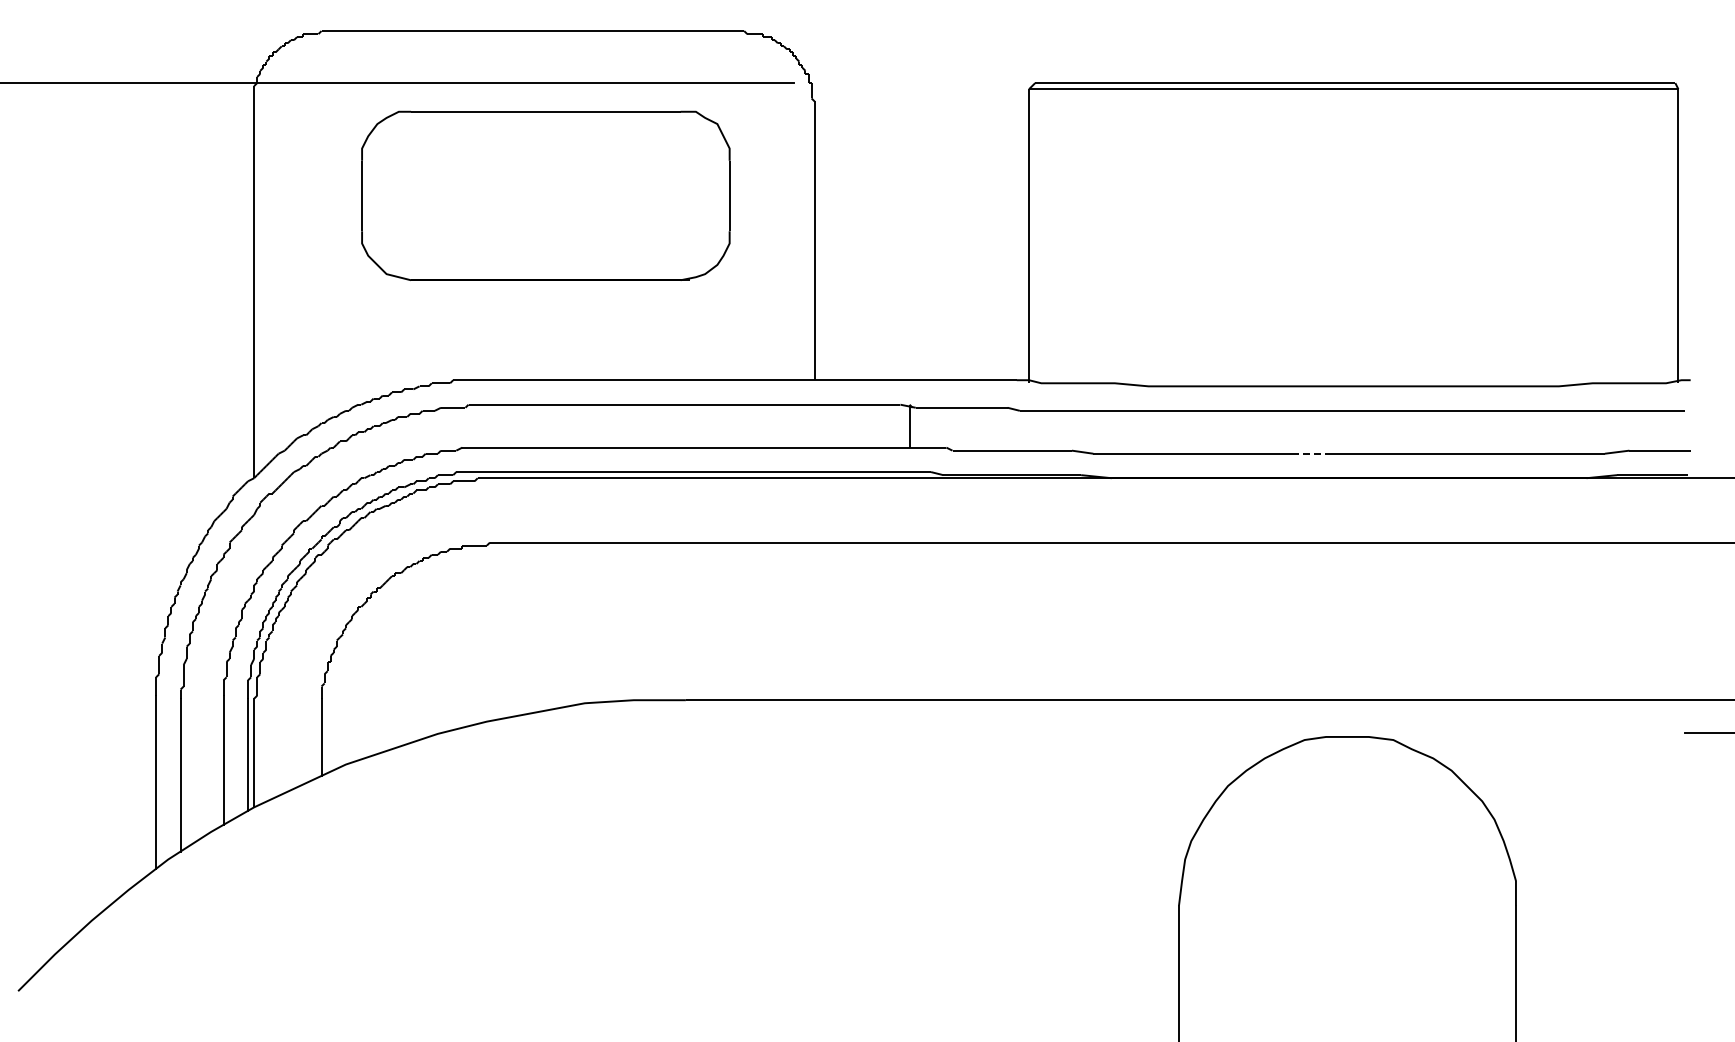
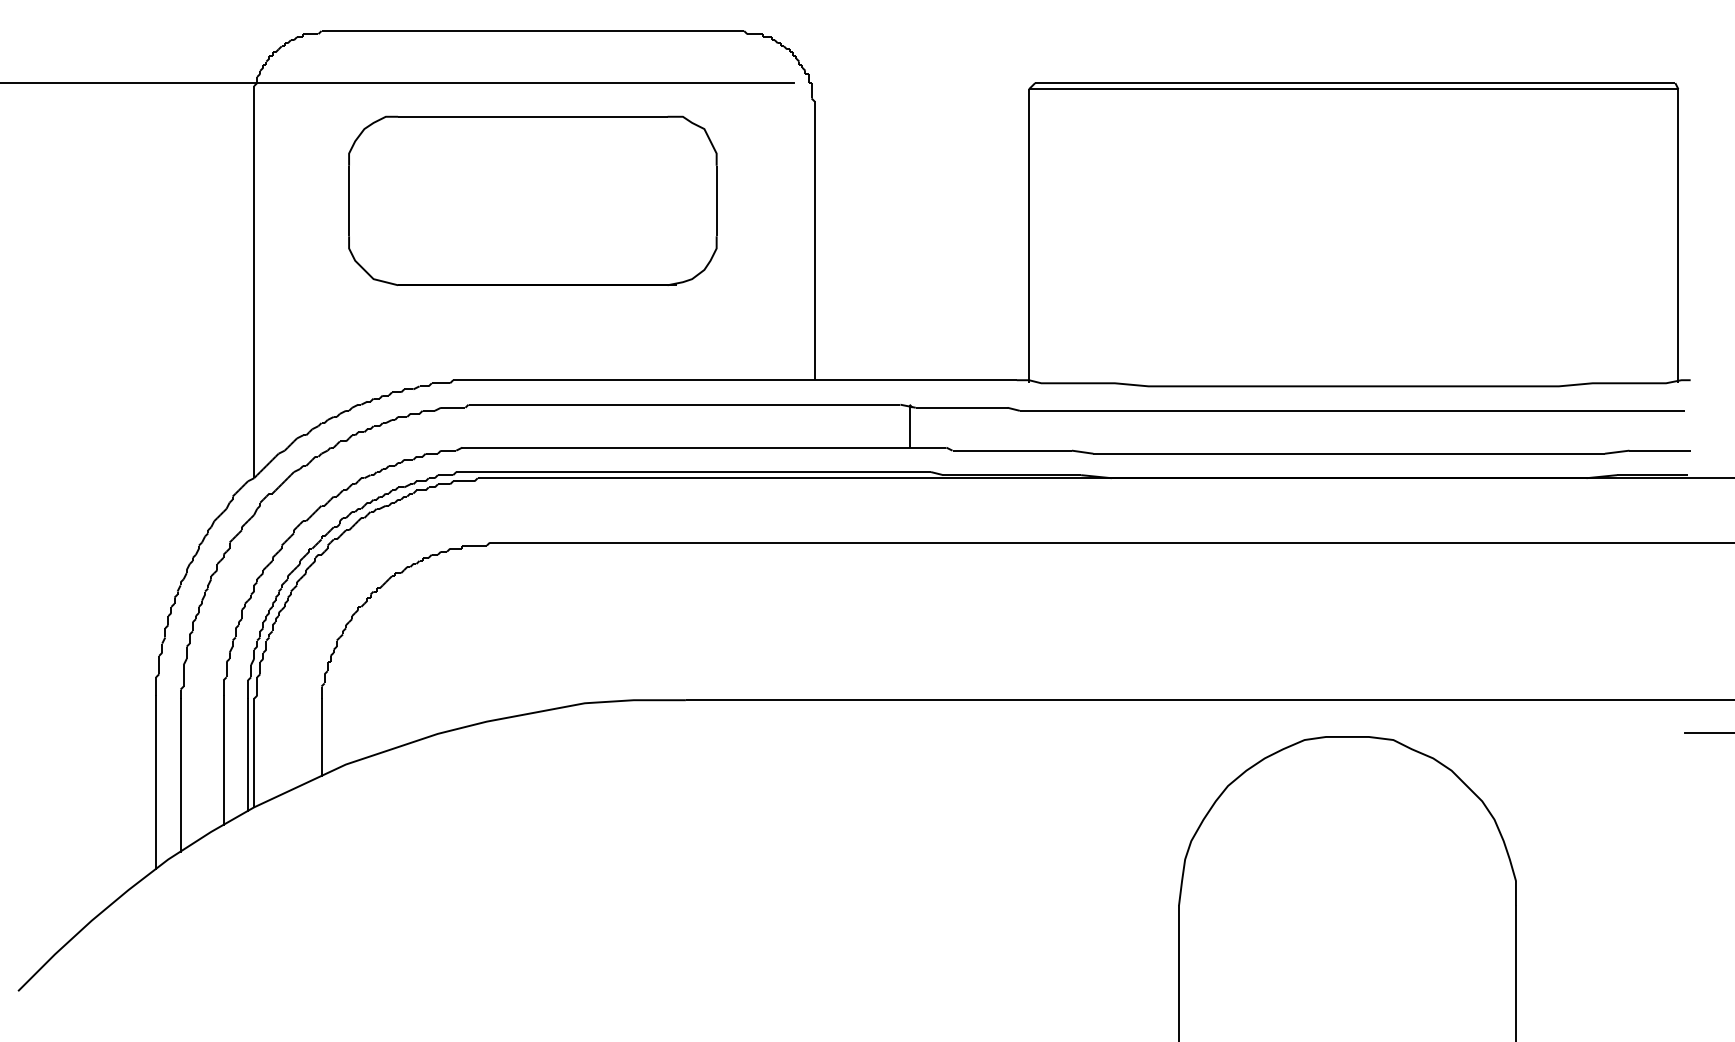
part at (545, 195) position: (545, 195) -> (532, 200)
line at (1312, 453): dashed -> solid
